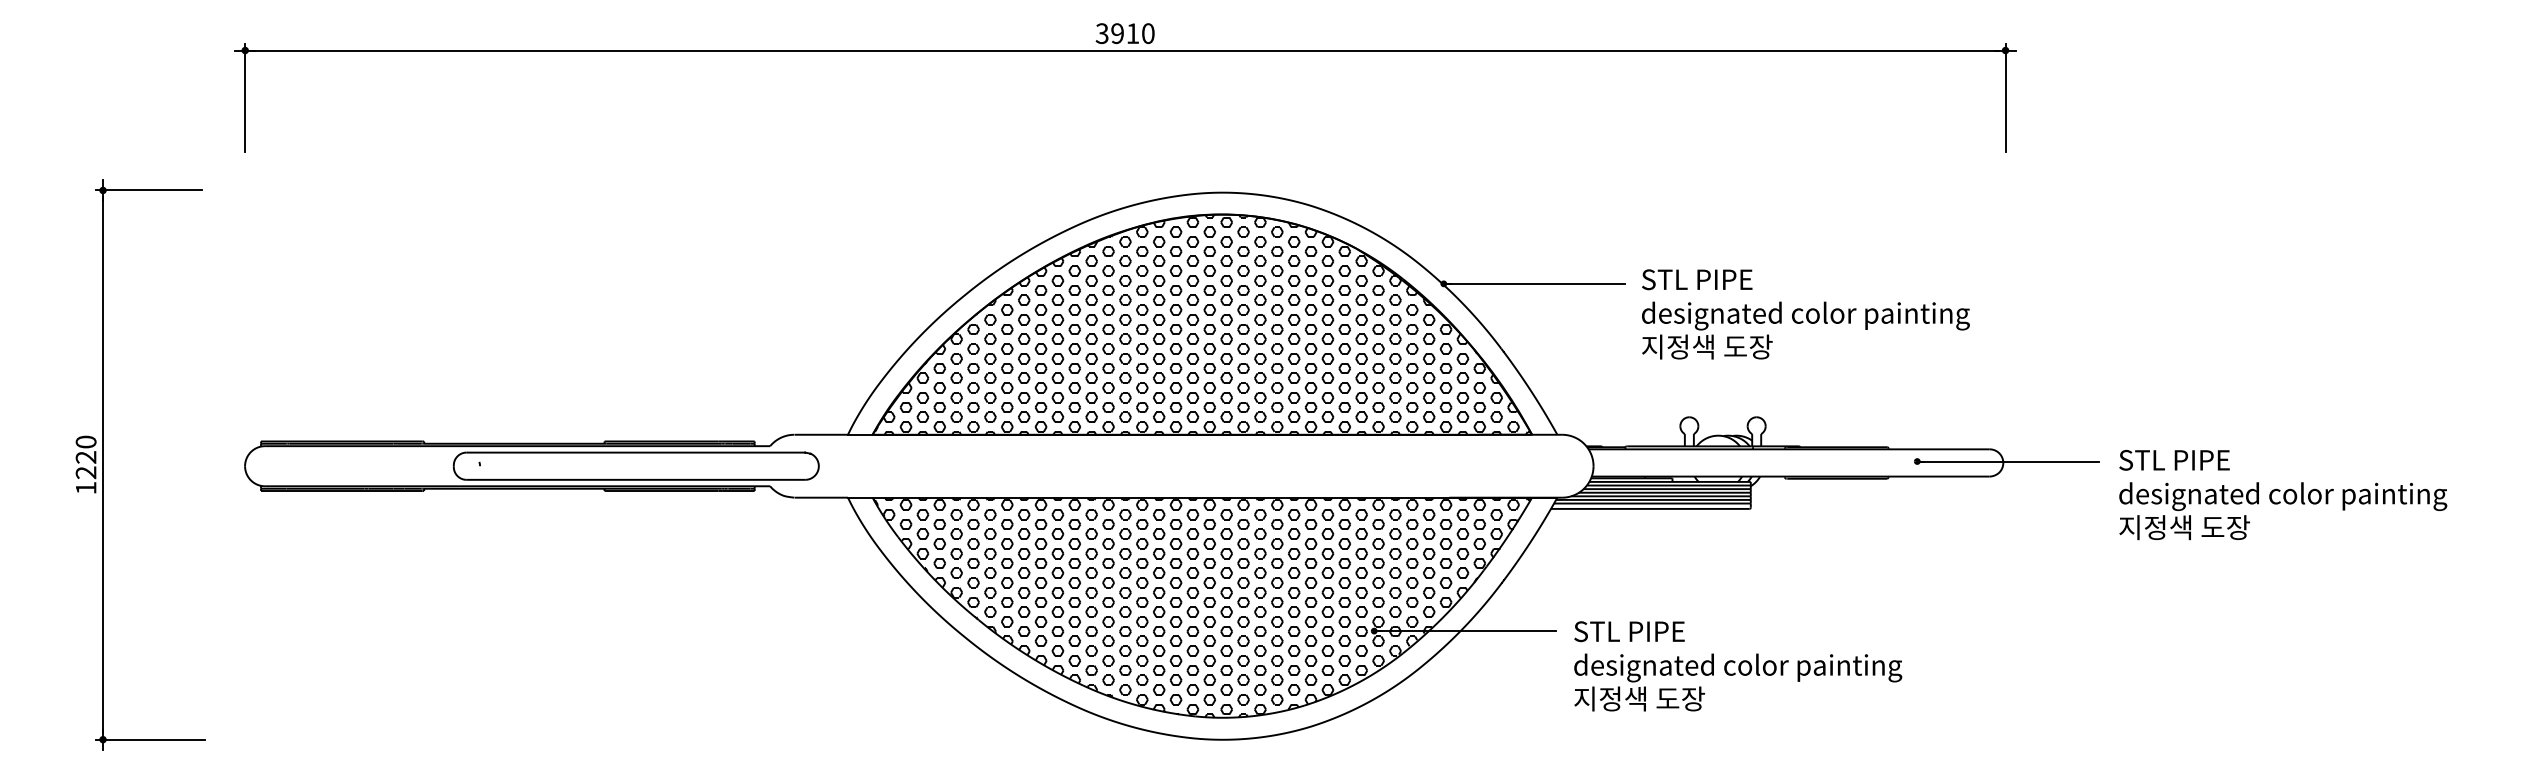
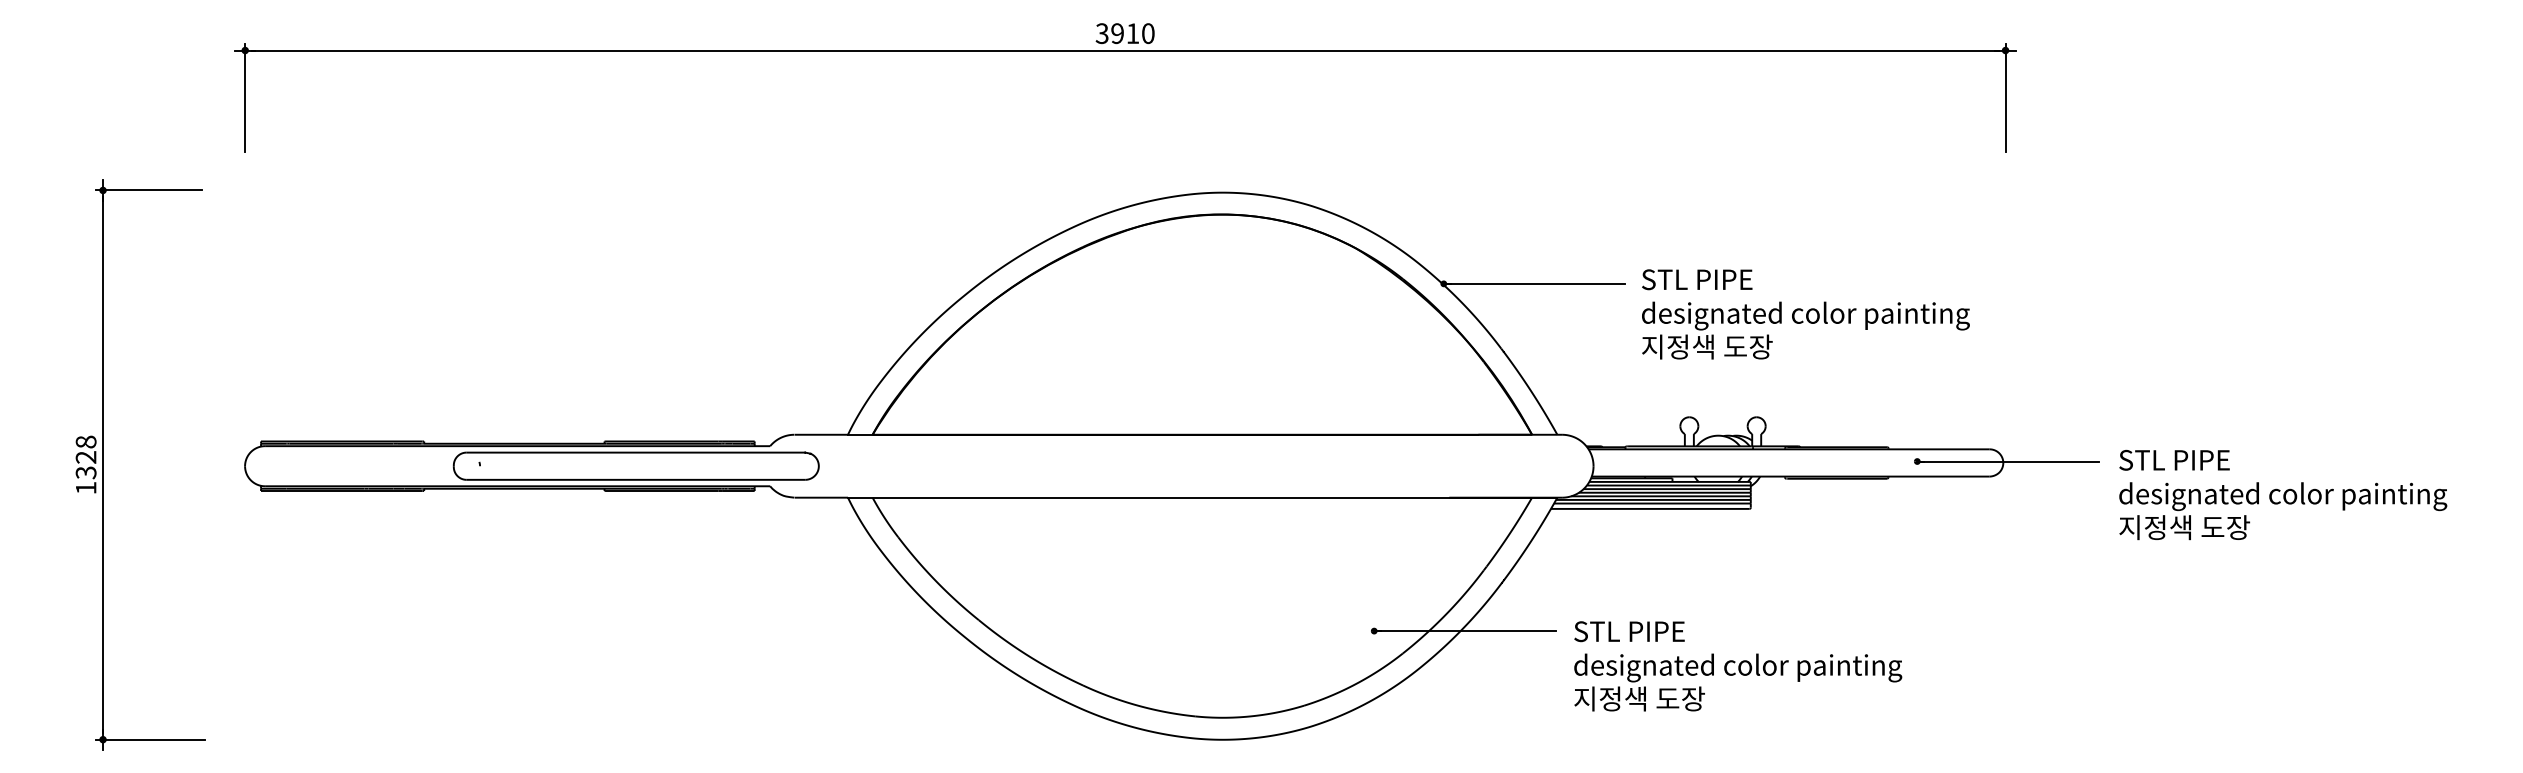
hatch at (1202, 324): present -> none
text at (86, 457): 1220 -> 1328
hatch at (1202, 607): present -> none
